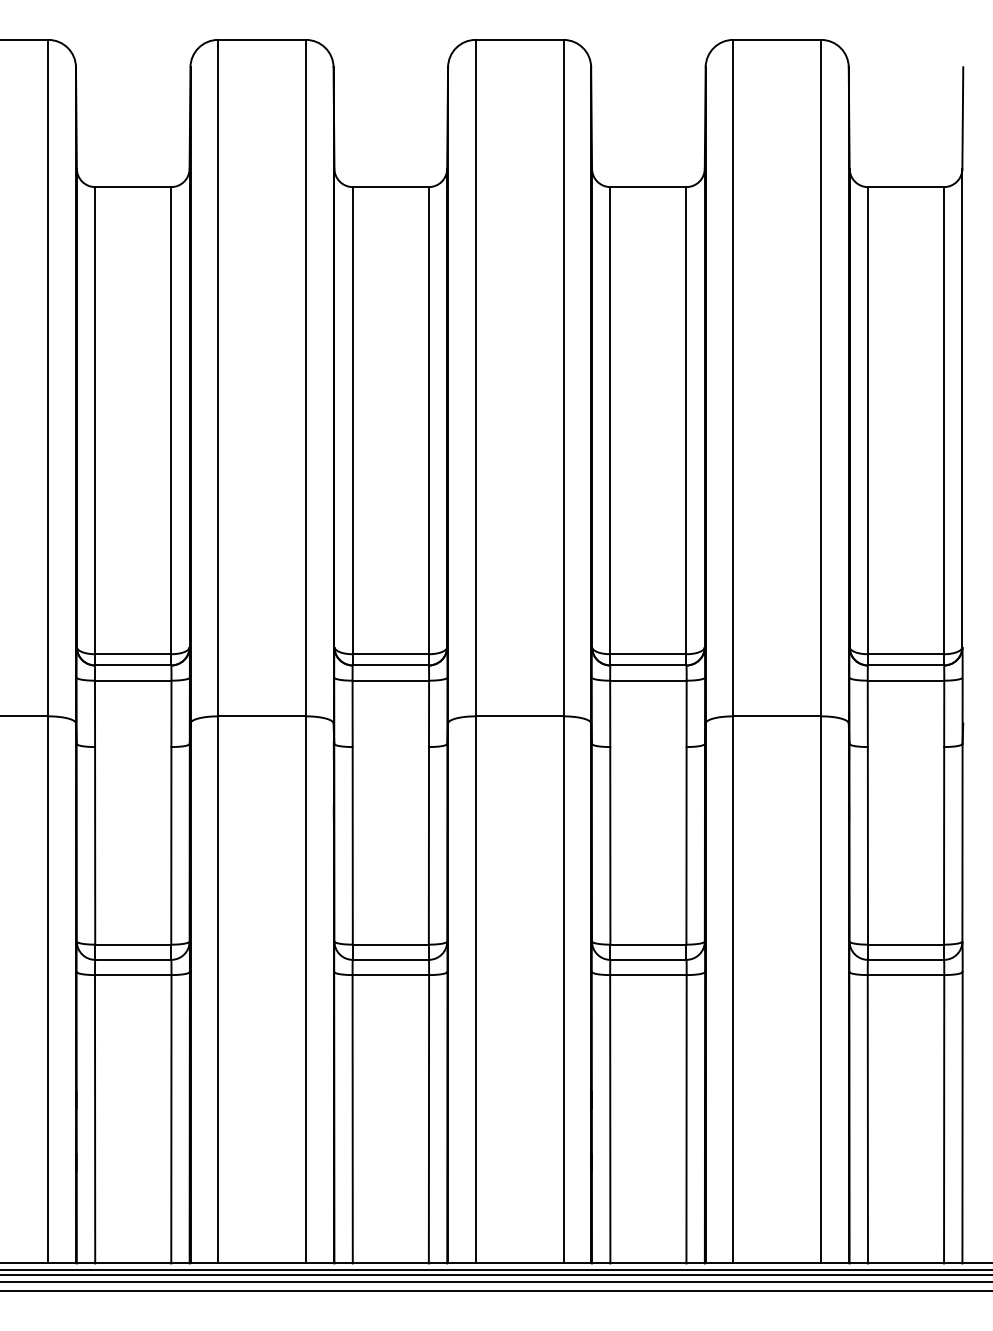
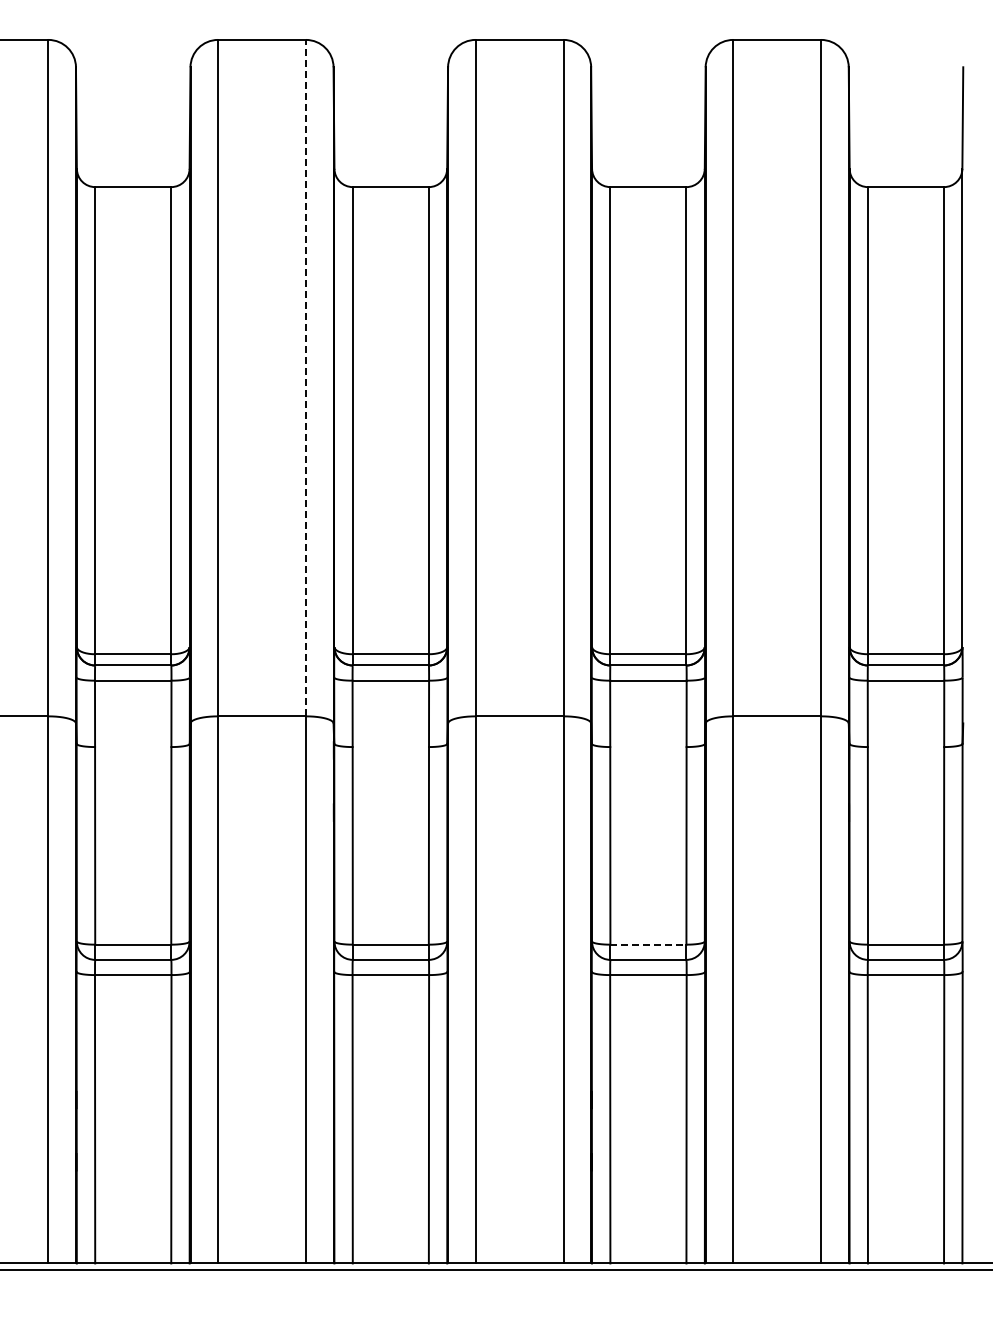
line at (305, 377): solid -> dashed
line at (648, 944): solid -> dashed
line at (495, 1275): present -> none
line at (495, 1281): present -> none
line at (495, 1291): present -> none
